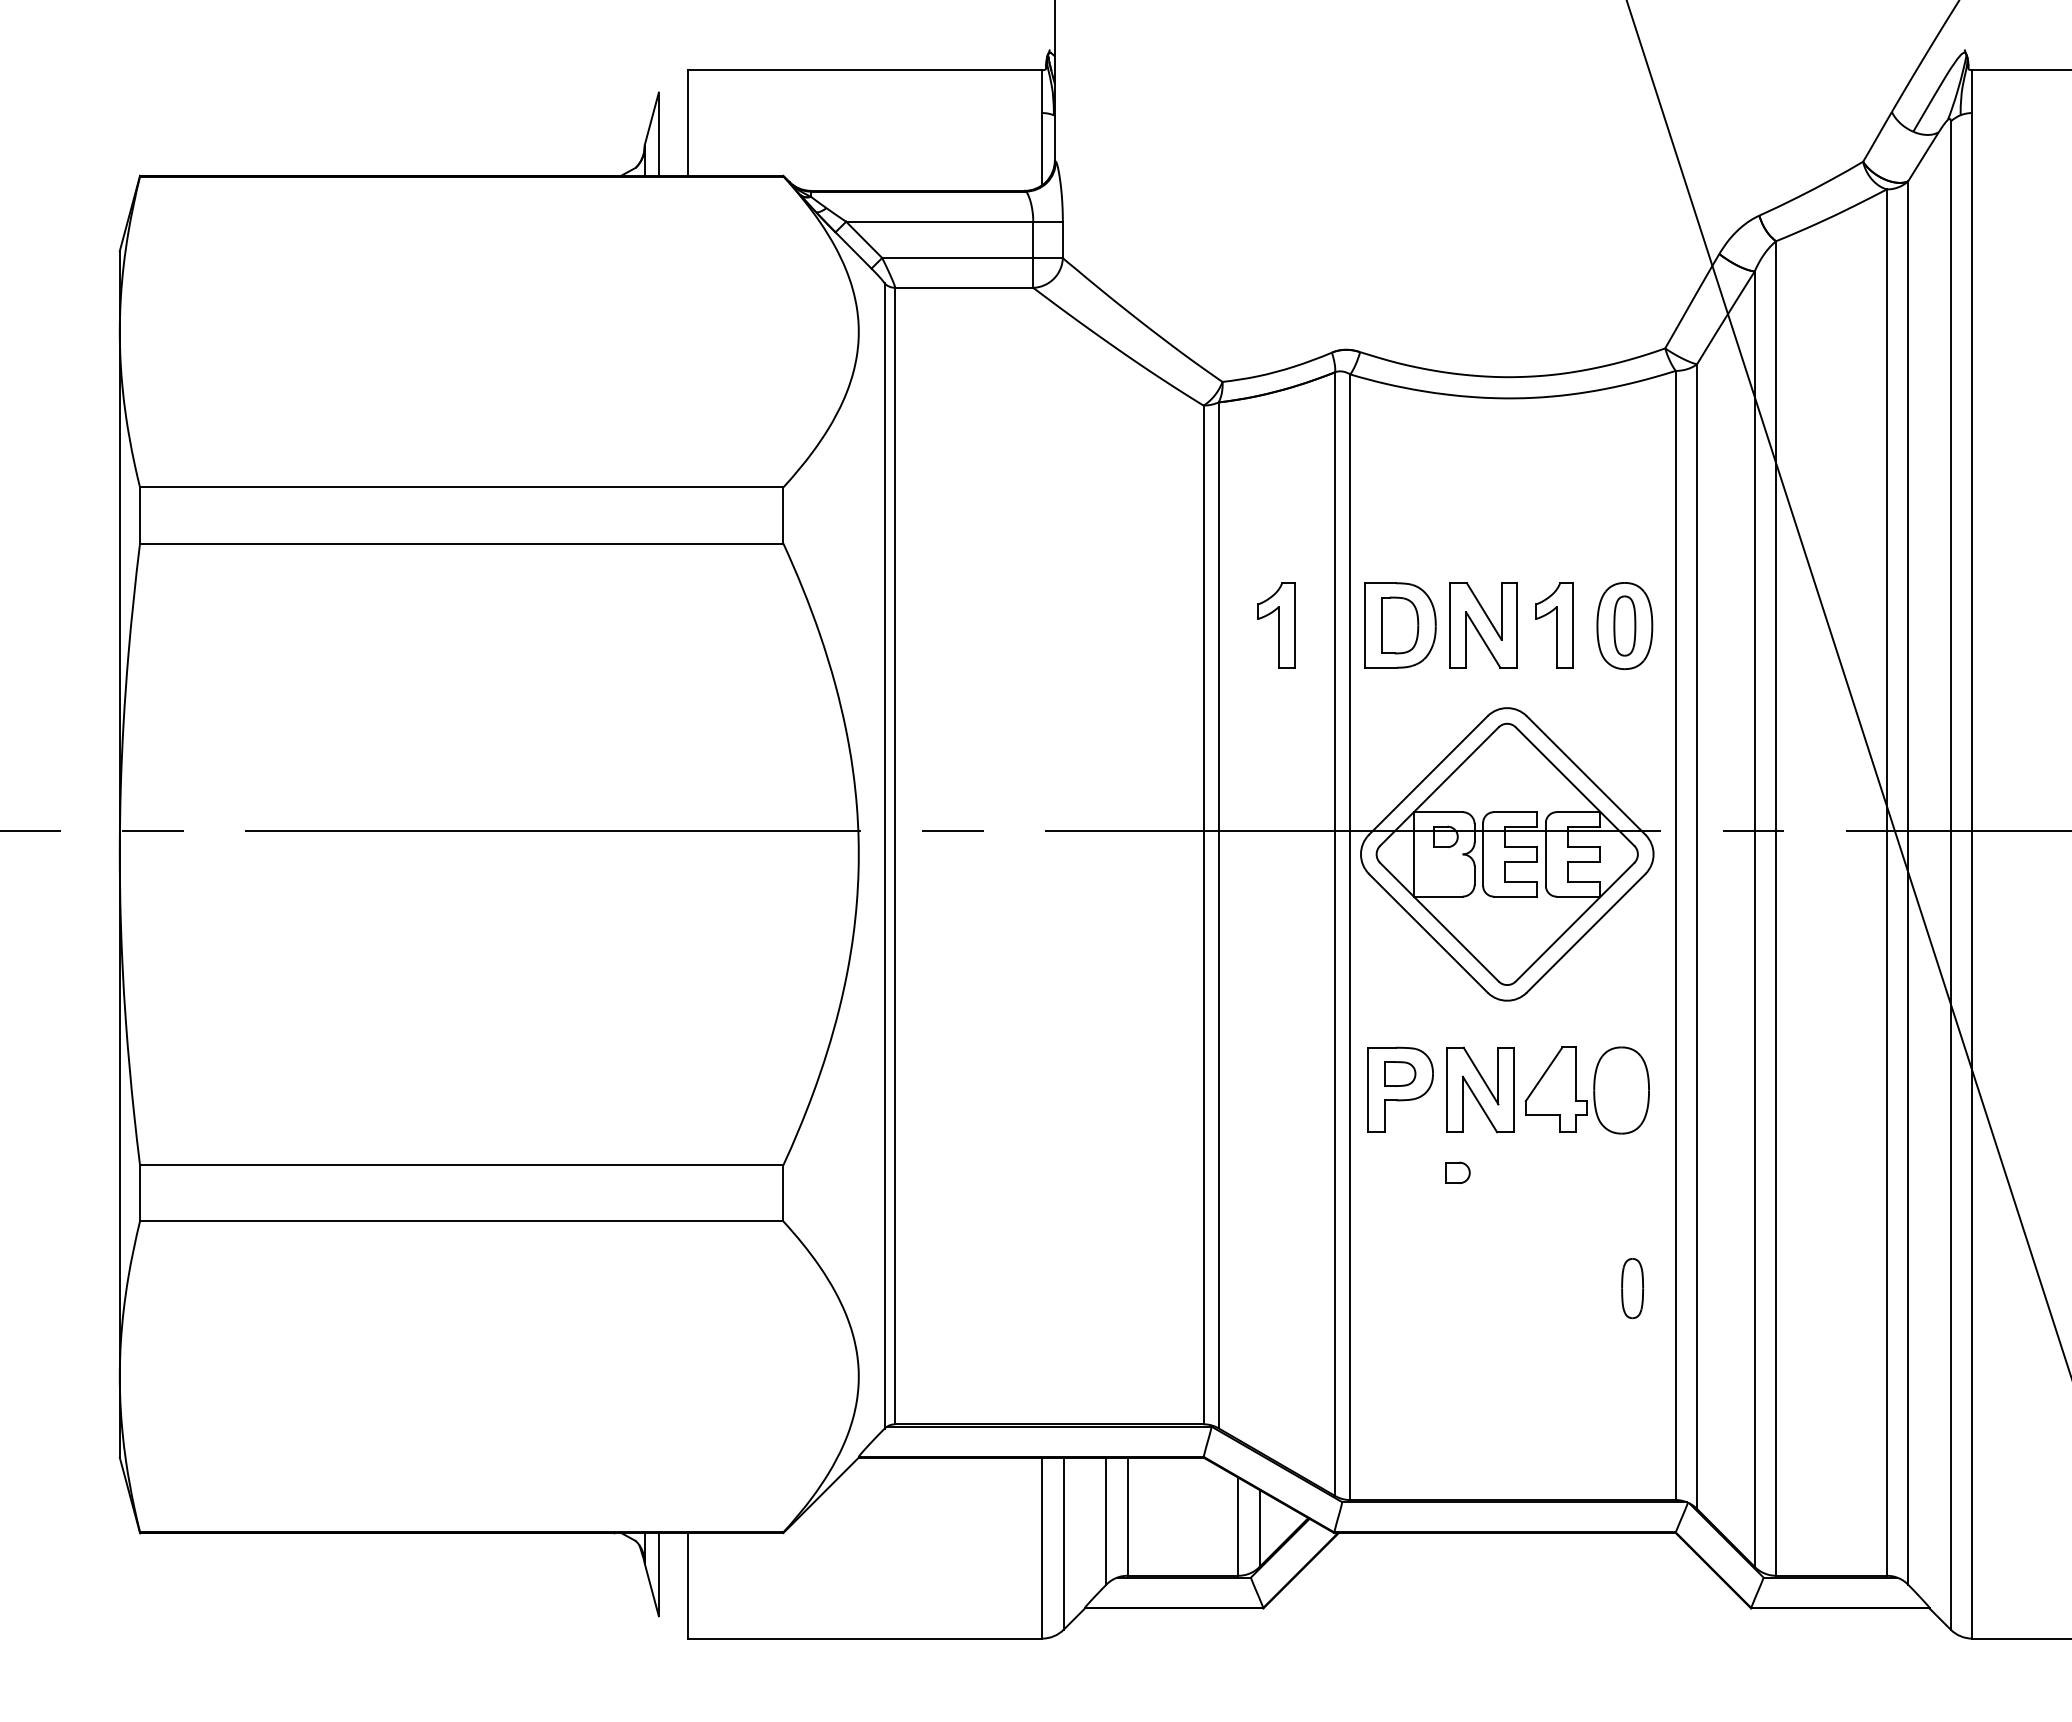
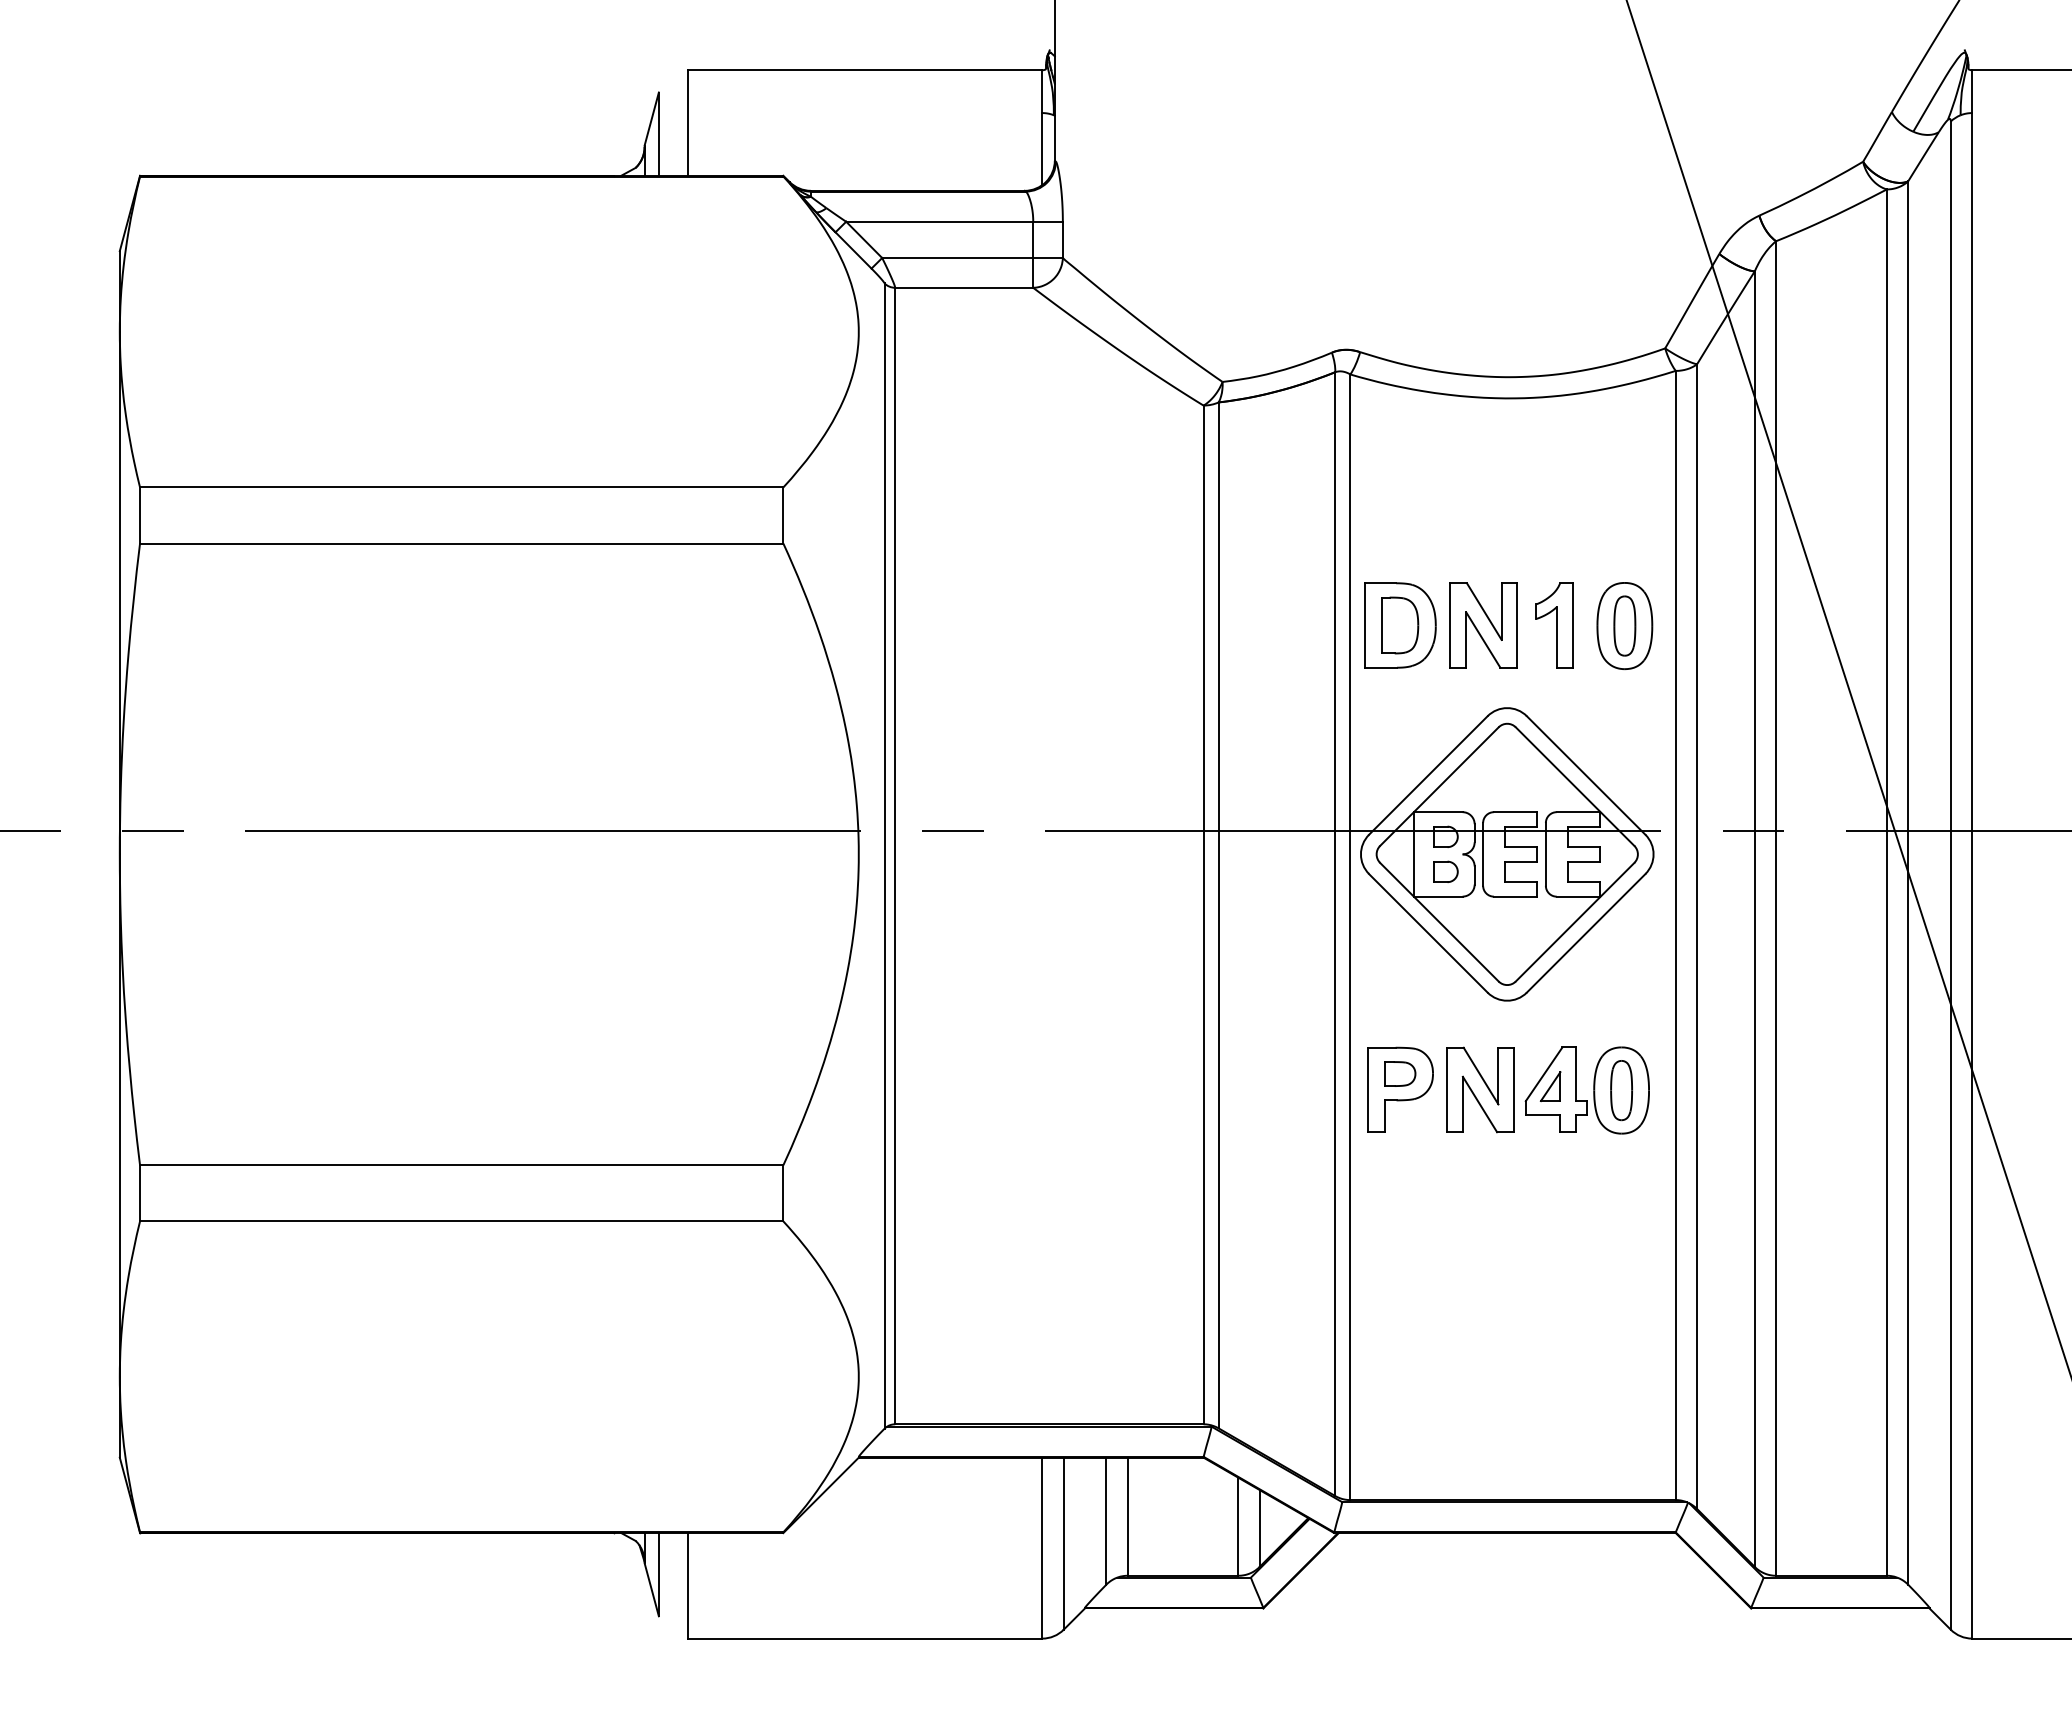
part at (1276, 625): present -> none
part at (1550, 1086): none -> present
part at (1457, 1172) position: (1457, 1172) -> (1445, 871)
part at (1632, 1288) position: (1632, 1288) -> (1621, 1090)
